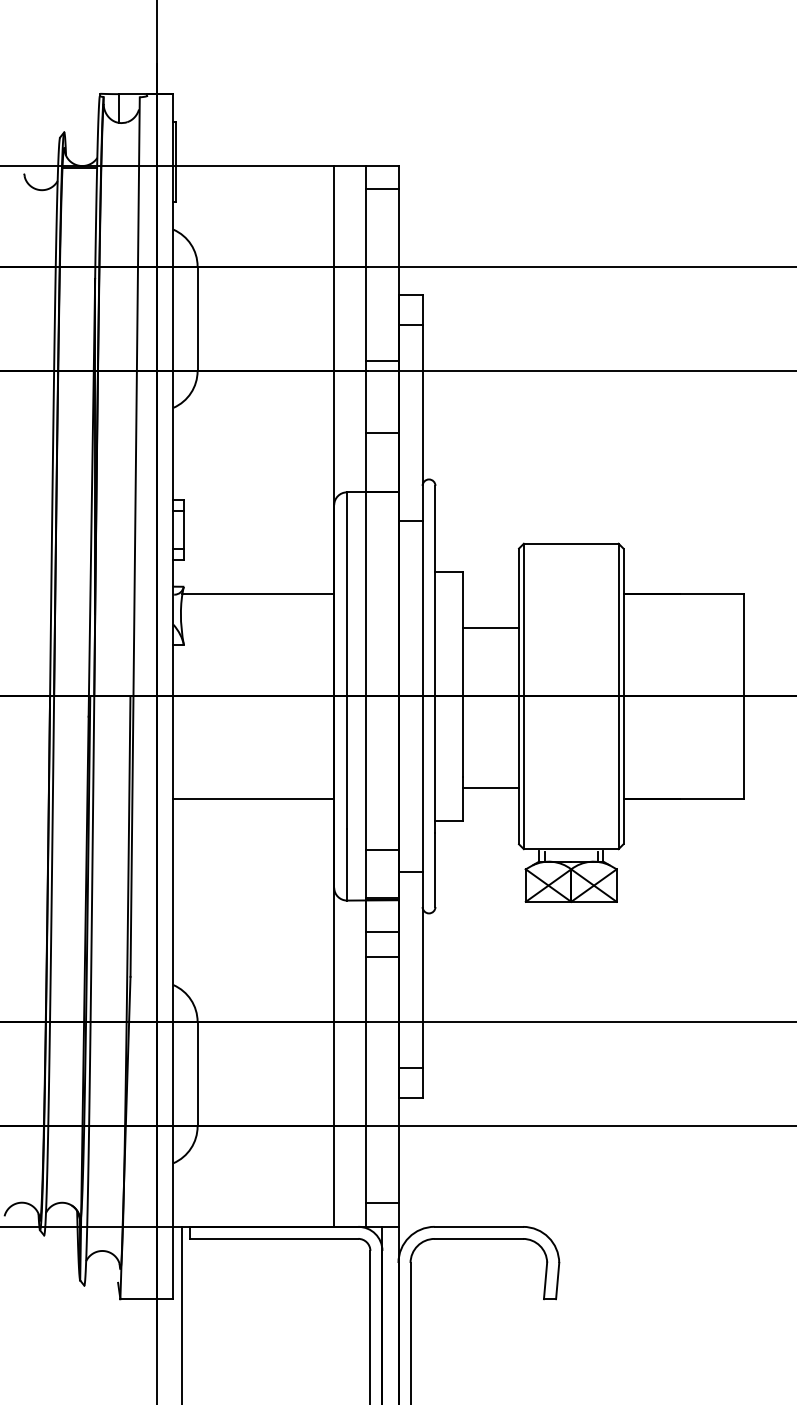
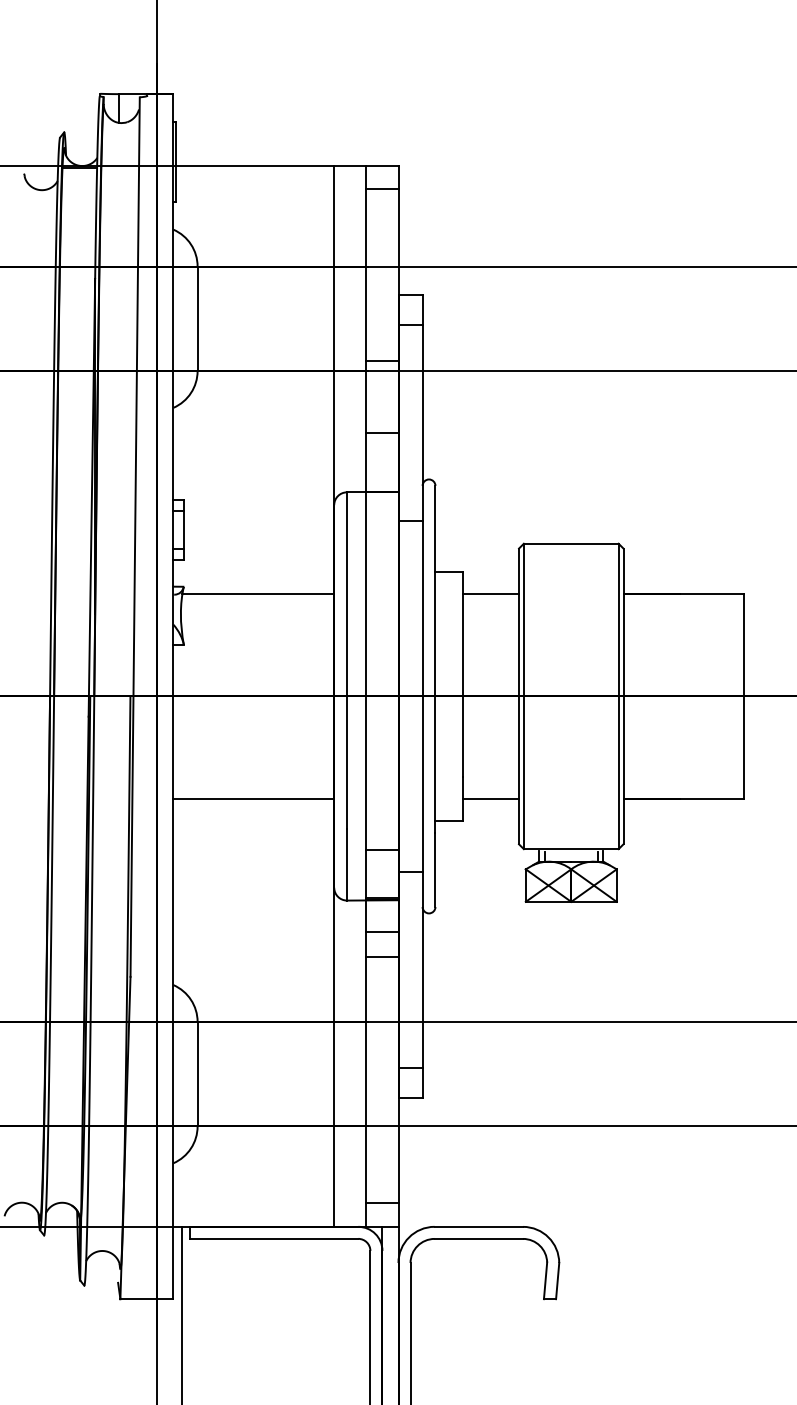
line at (490, 628) position: (490, 628) -> (490, 594)
line at (490, 787) position: (490, 787) -> (490, 798)
